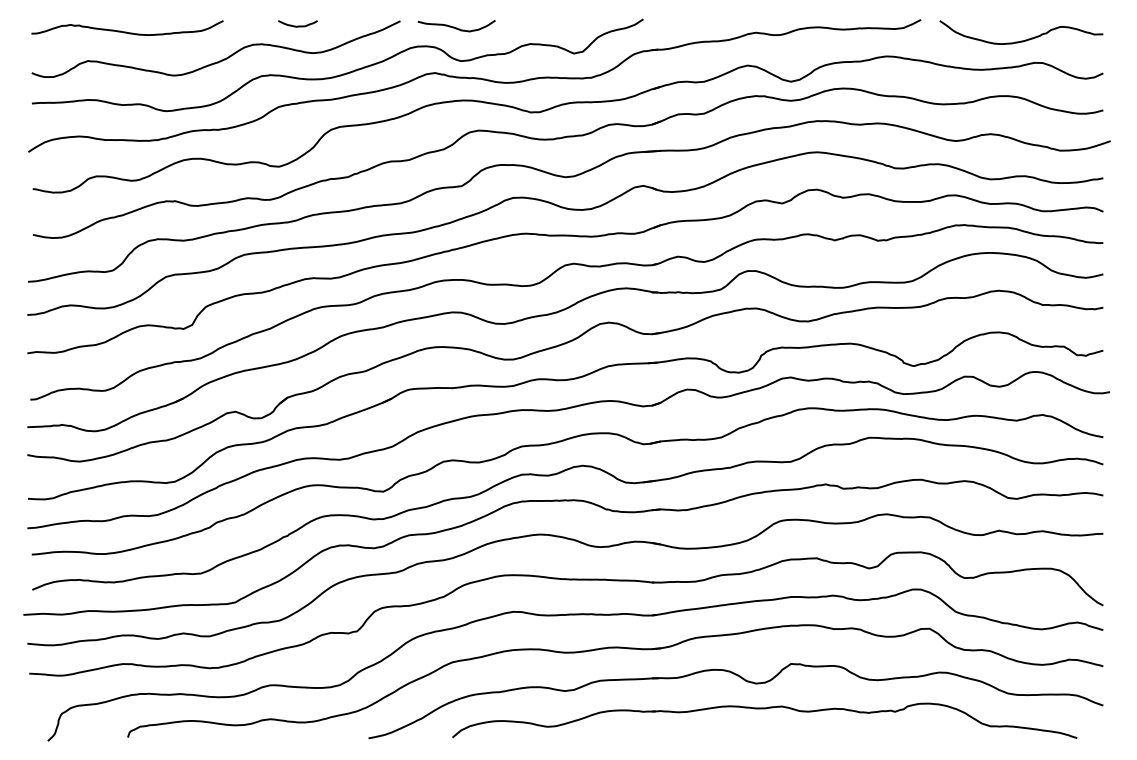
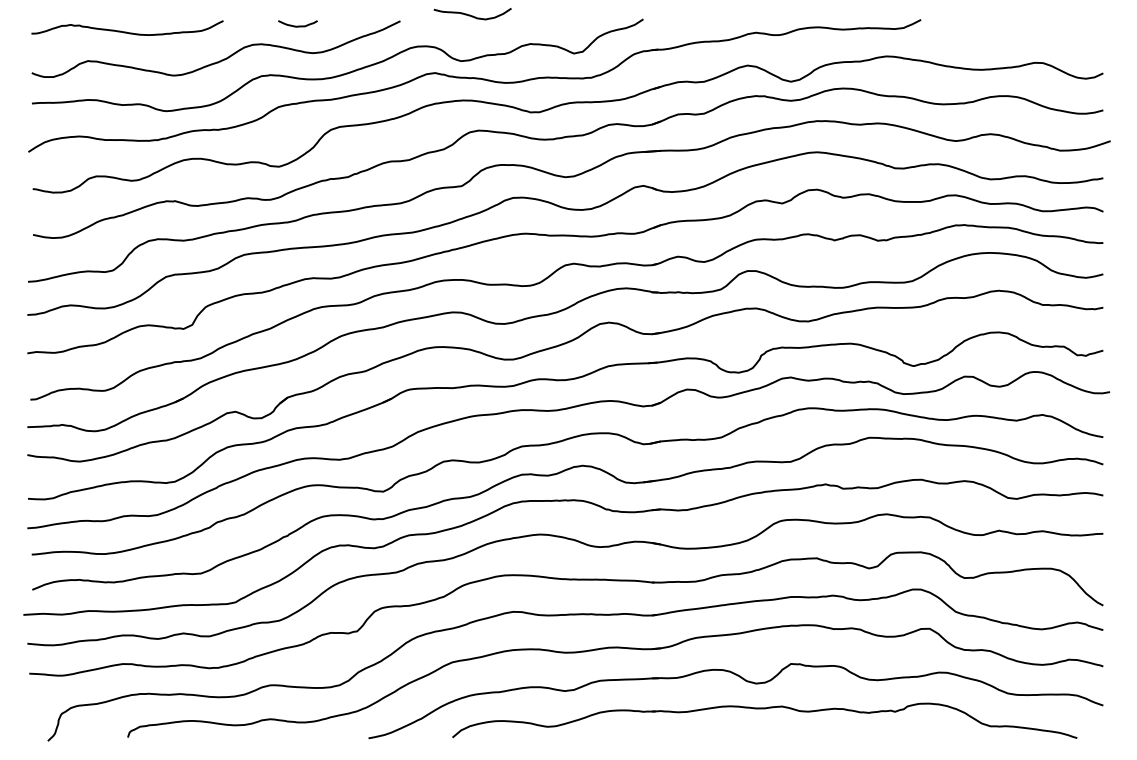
curve at (456, 27) position: (456, 27) -> (472, 15)
curve at (1021, 40): present -> none
